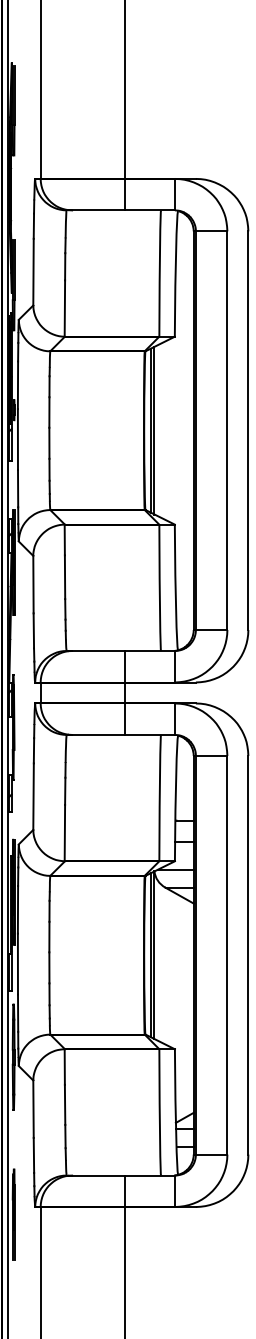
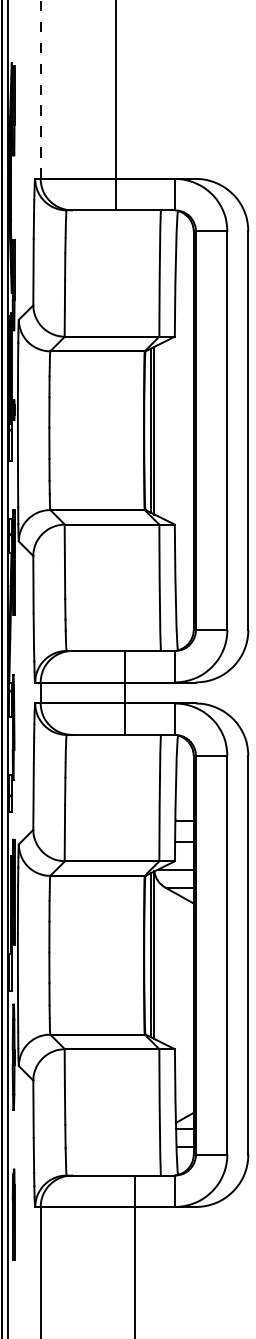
line at (40, 89): solid -> dashed
line at (124, 106) position: (124, 106) -> (115, 106)
line at (124, 1255) position: (124, 1255) -> (134, 1255)
